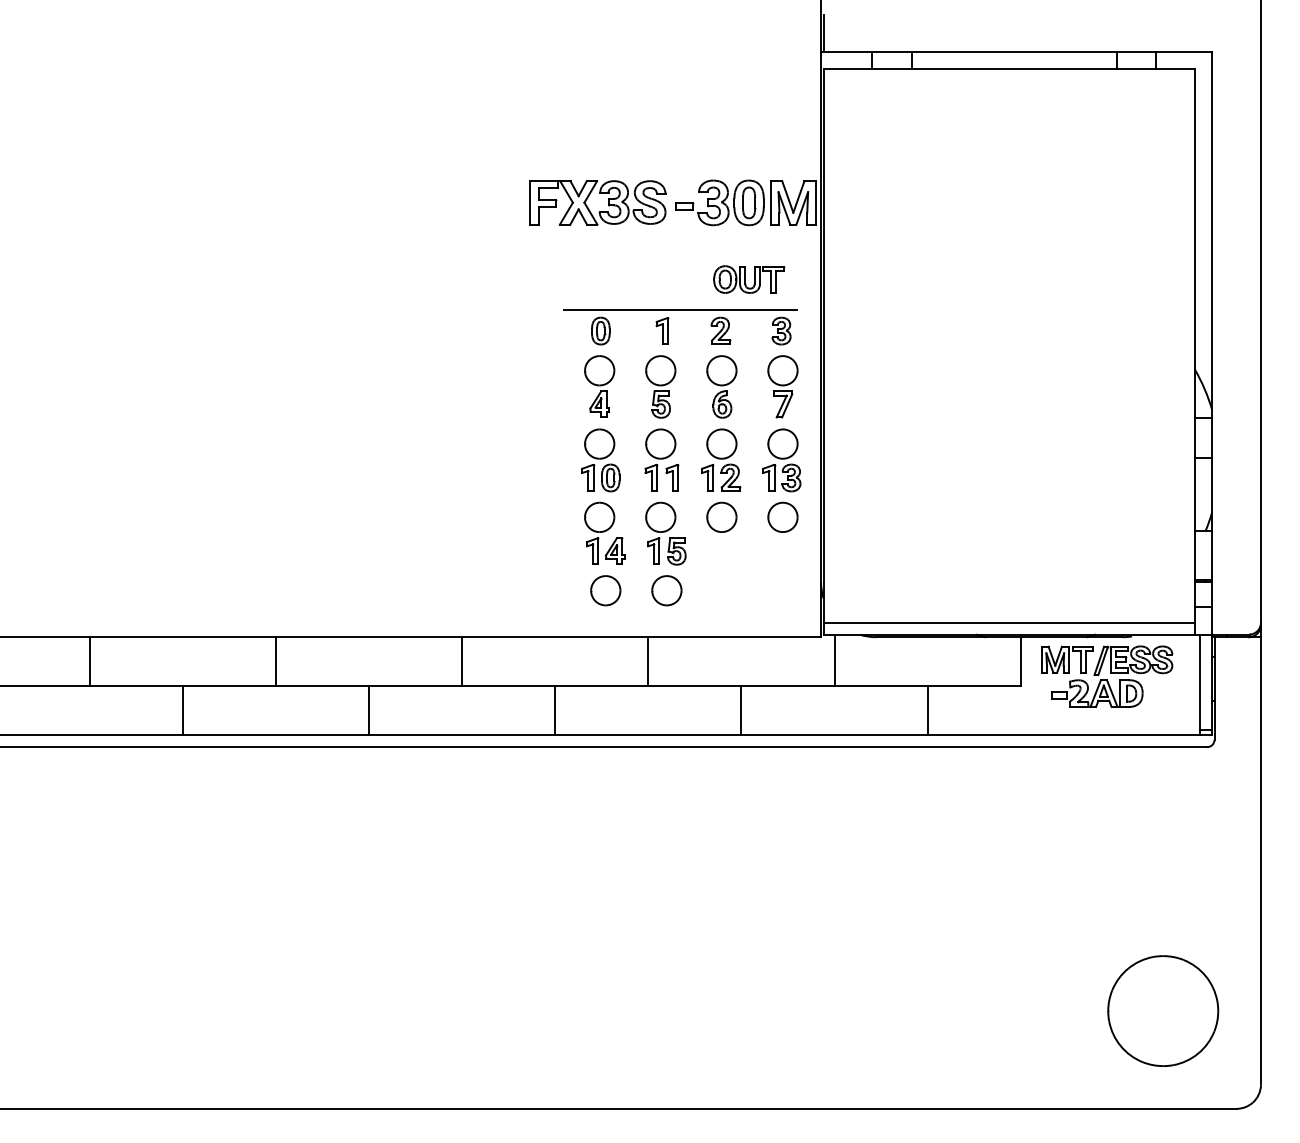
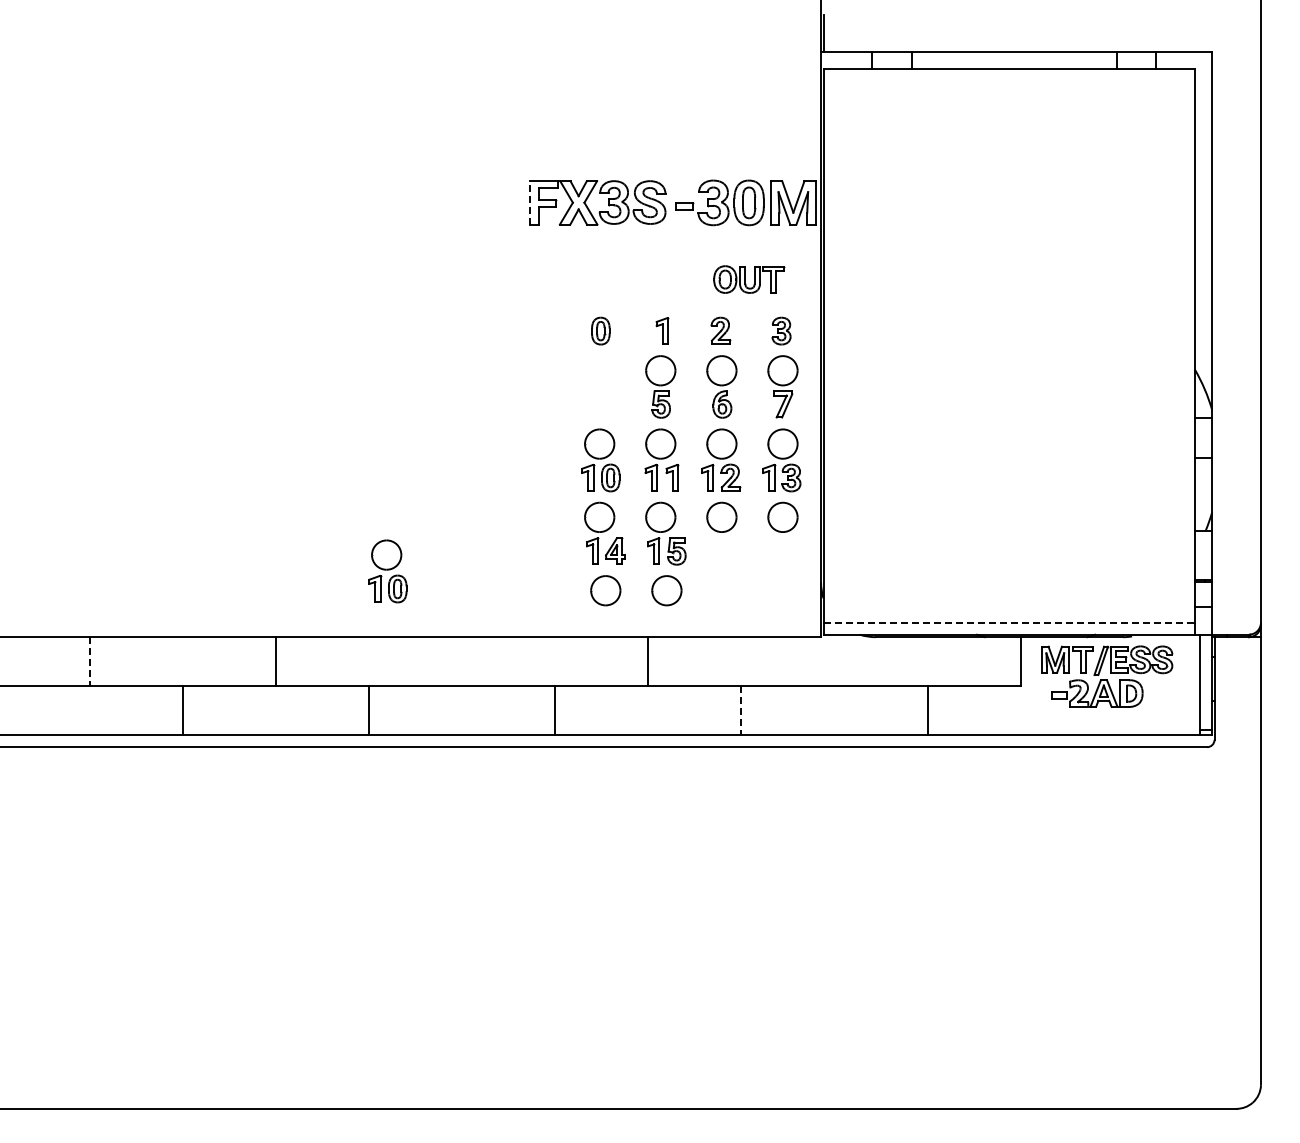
line at (529, 202): solid -> dashed
line at (680, 309): present -> none
part at (599, 386): present -> none
part at (387, 571): none -> present
line at (1009, 622): solid -> dashed
line at (462, 661): present -> none
line at (834, 661): present -> none
line at (89, 662): solid -> dashed
line at (741, 711): solid -> dashed
part at (1163, 1010): present -> none
